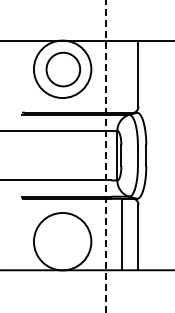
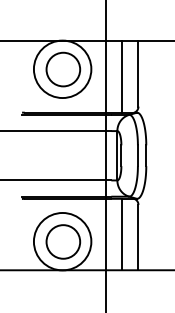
line at (122, 76): none -> present
line at (106, 156): dashed -> solid
circle at (63, 241): none -> present
